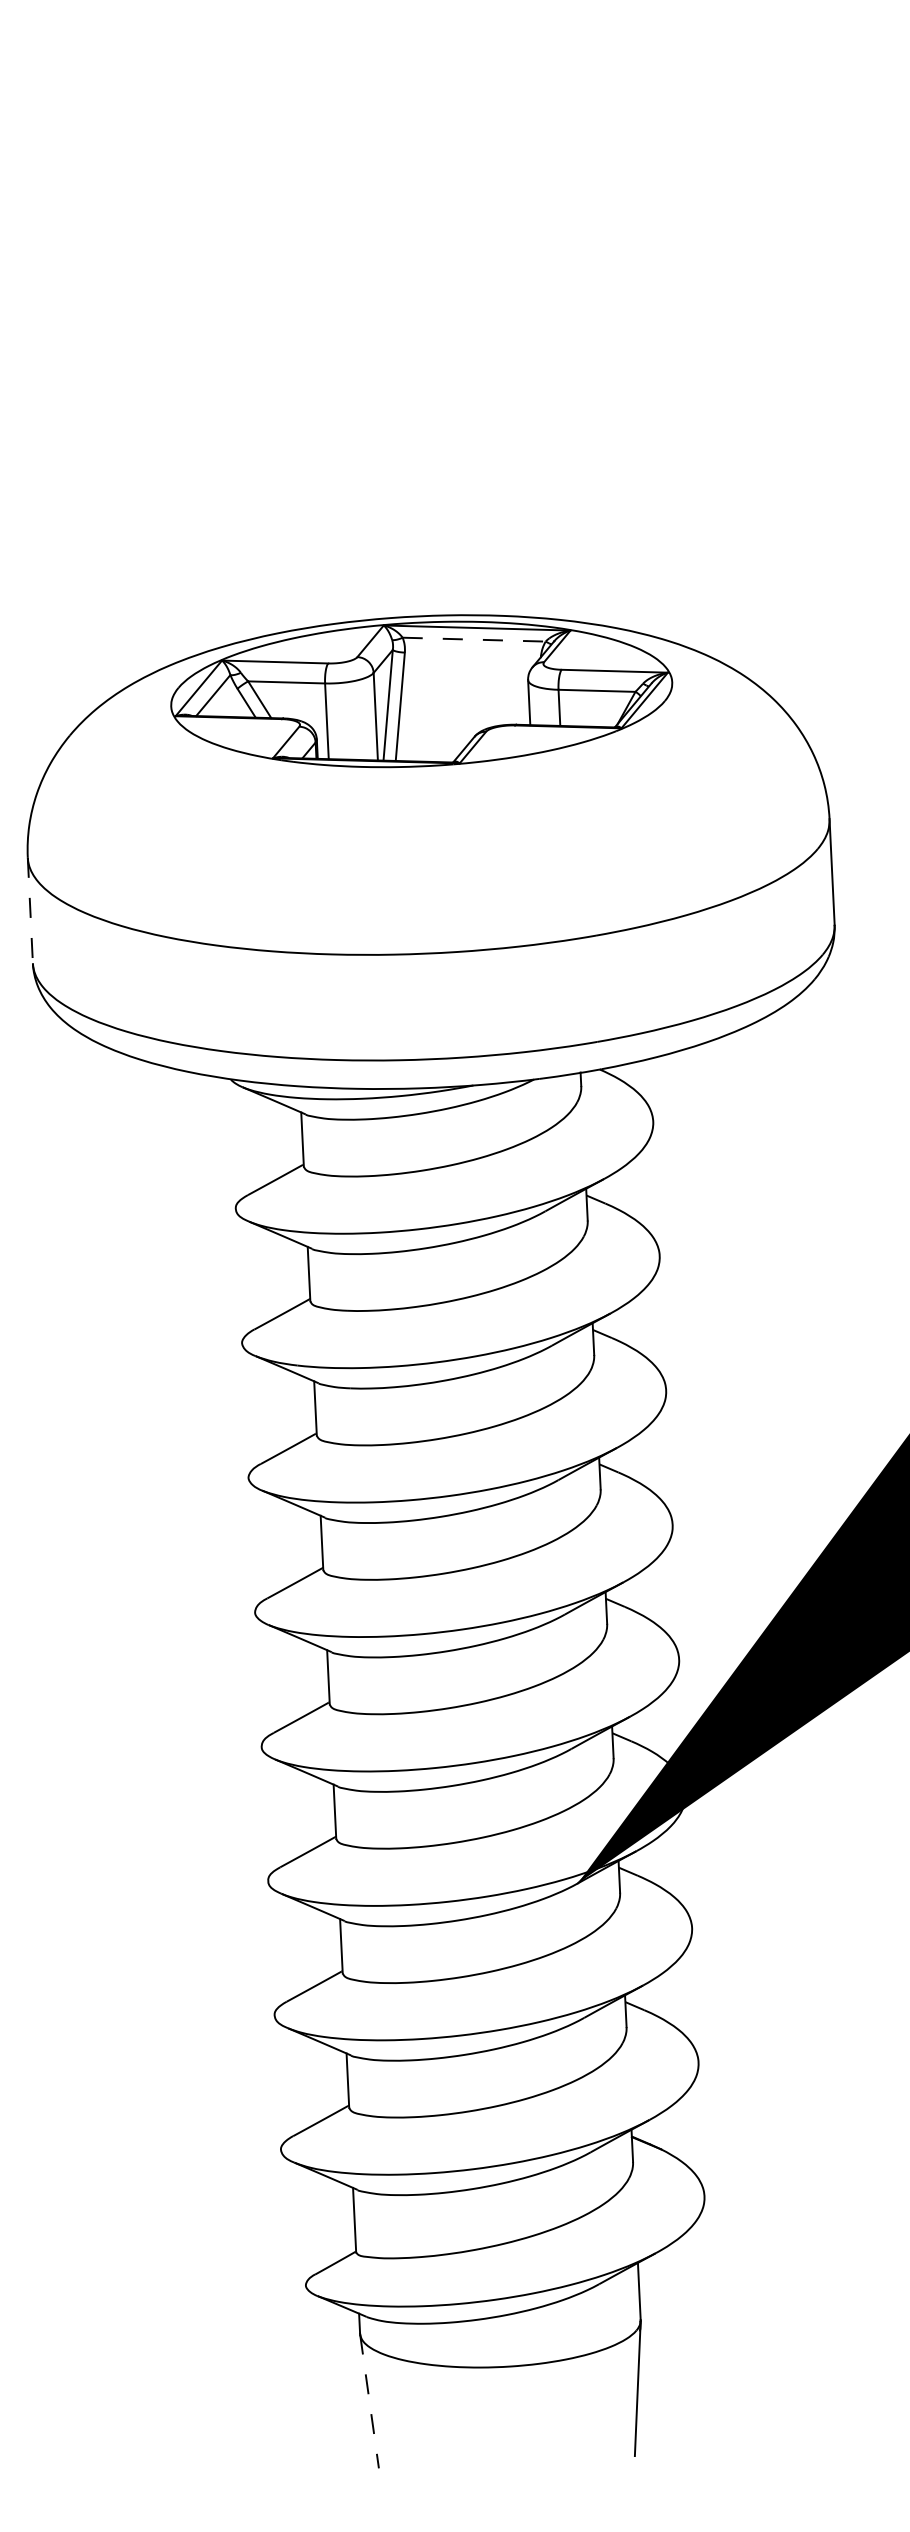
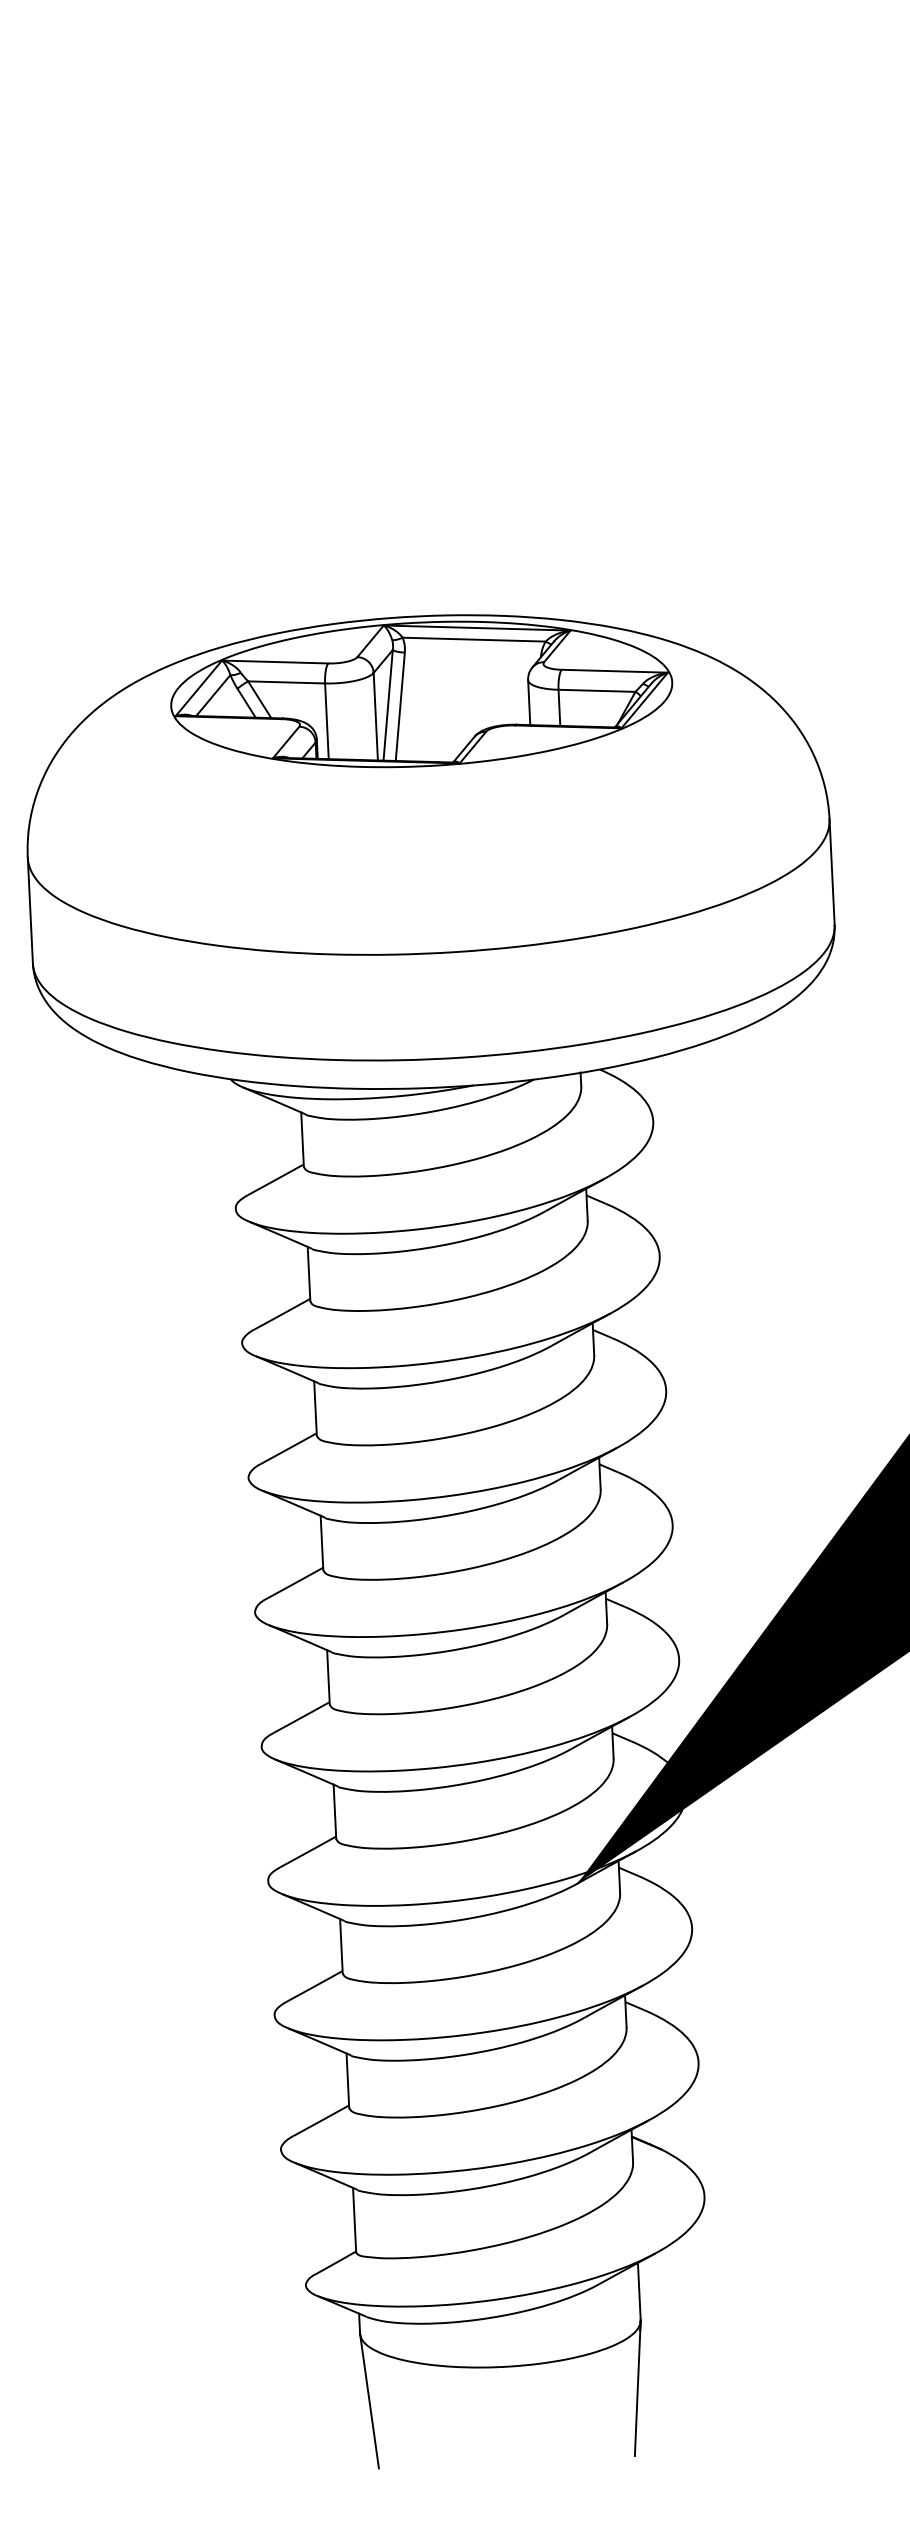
line at (474, 639): dashed -> solid
line at (30, 910): dashed -> solid
line at (369, 2401): dashed -> solid
